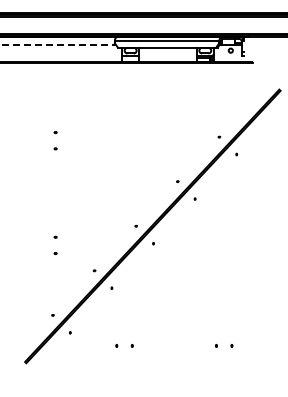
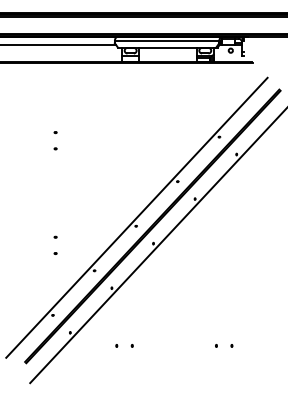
line at (58, 44): dashed -> solid
line at (136, 217): none -> present
line at (157, 246): none -> present
